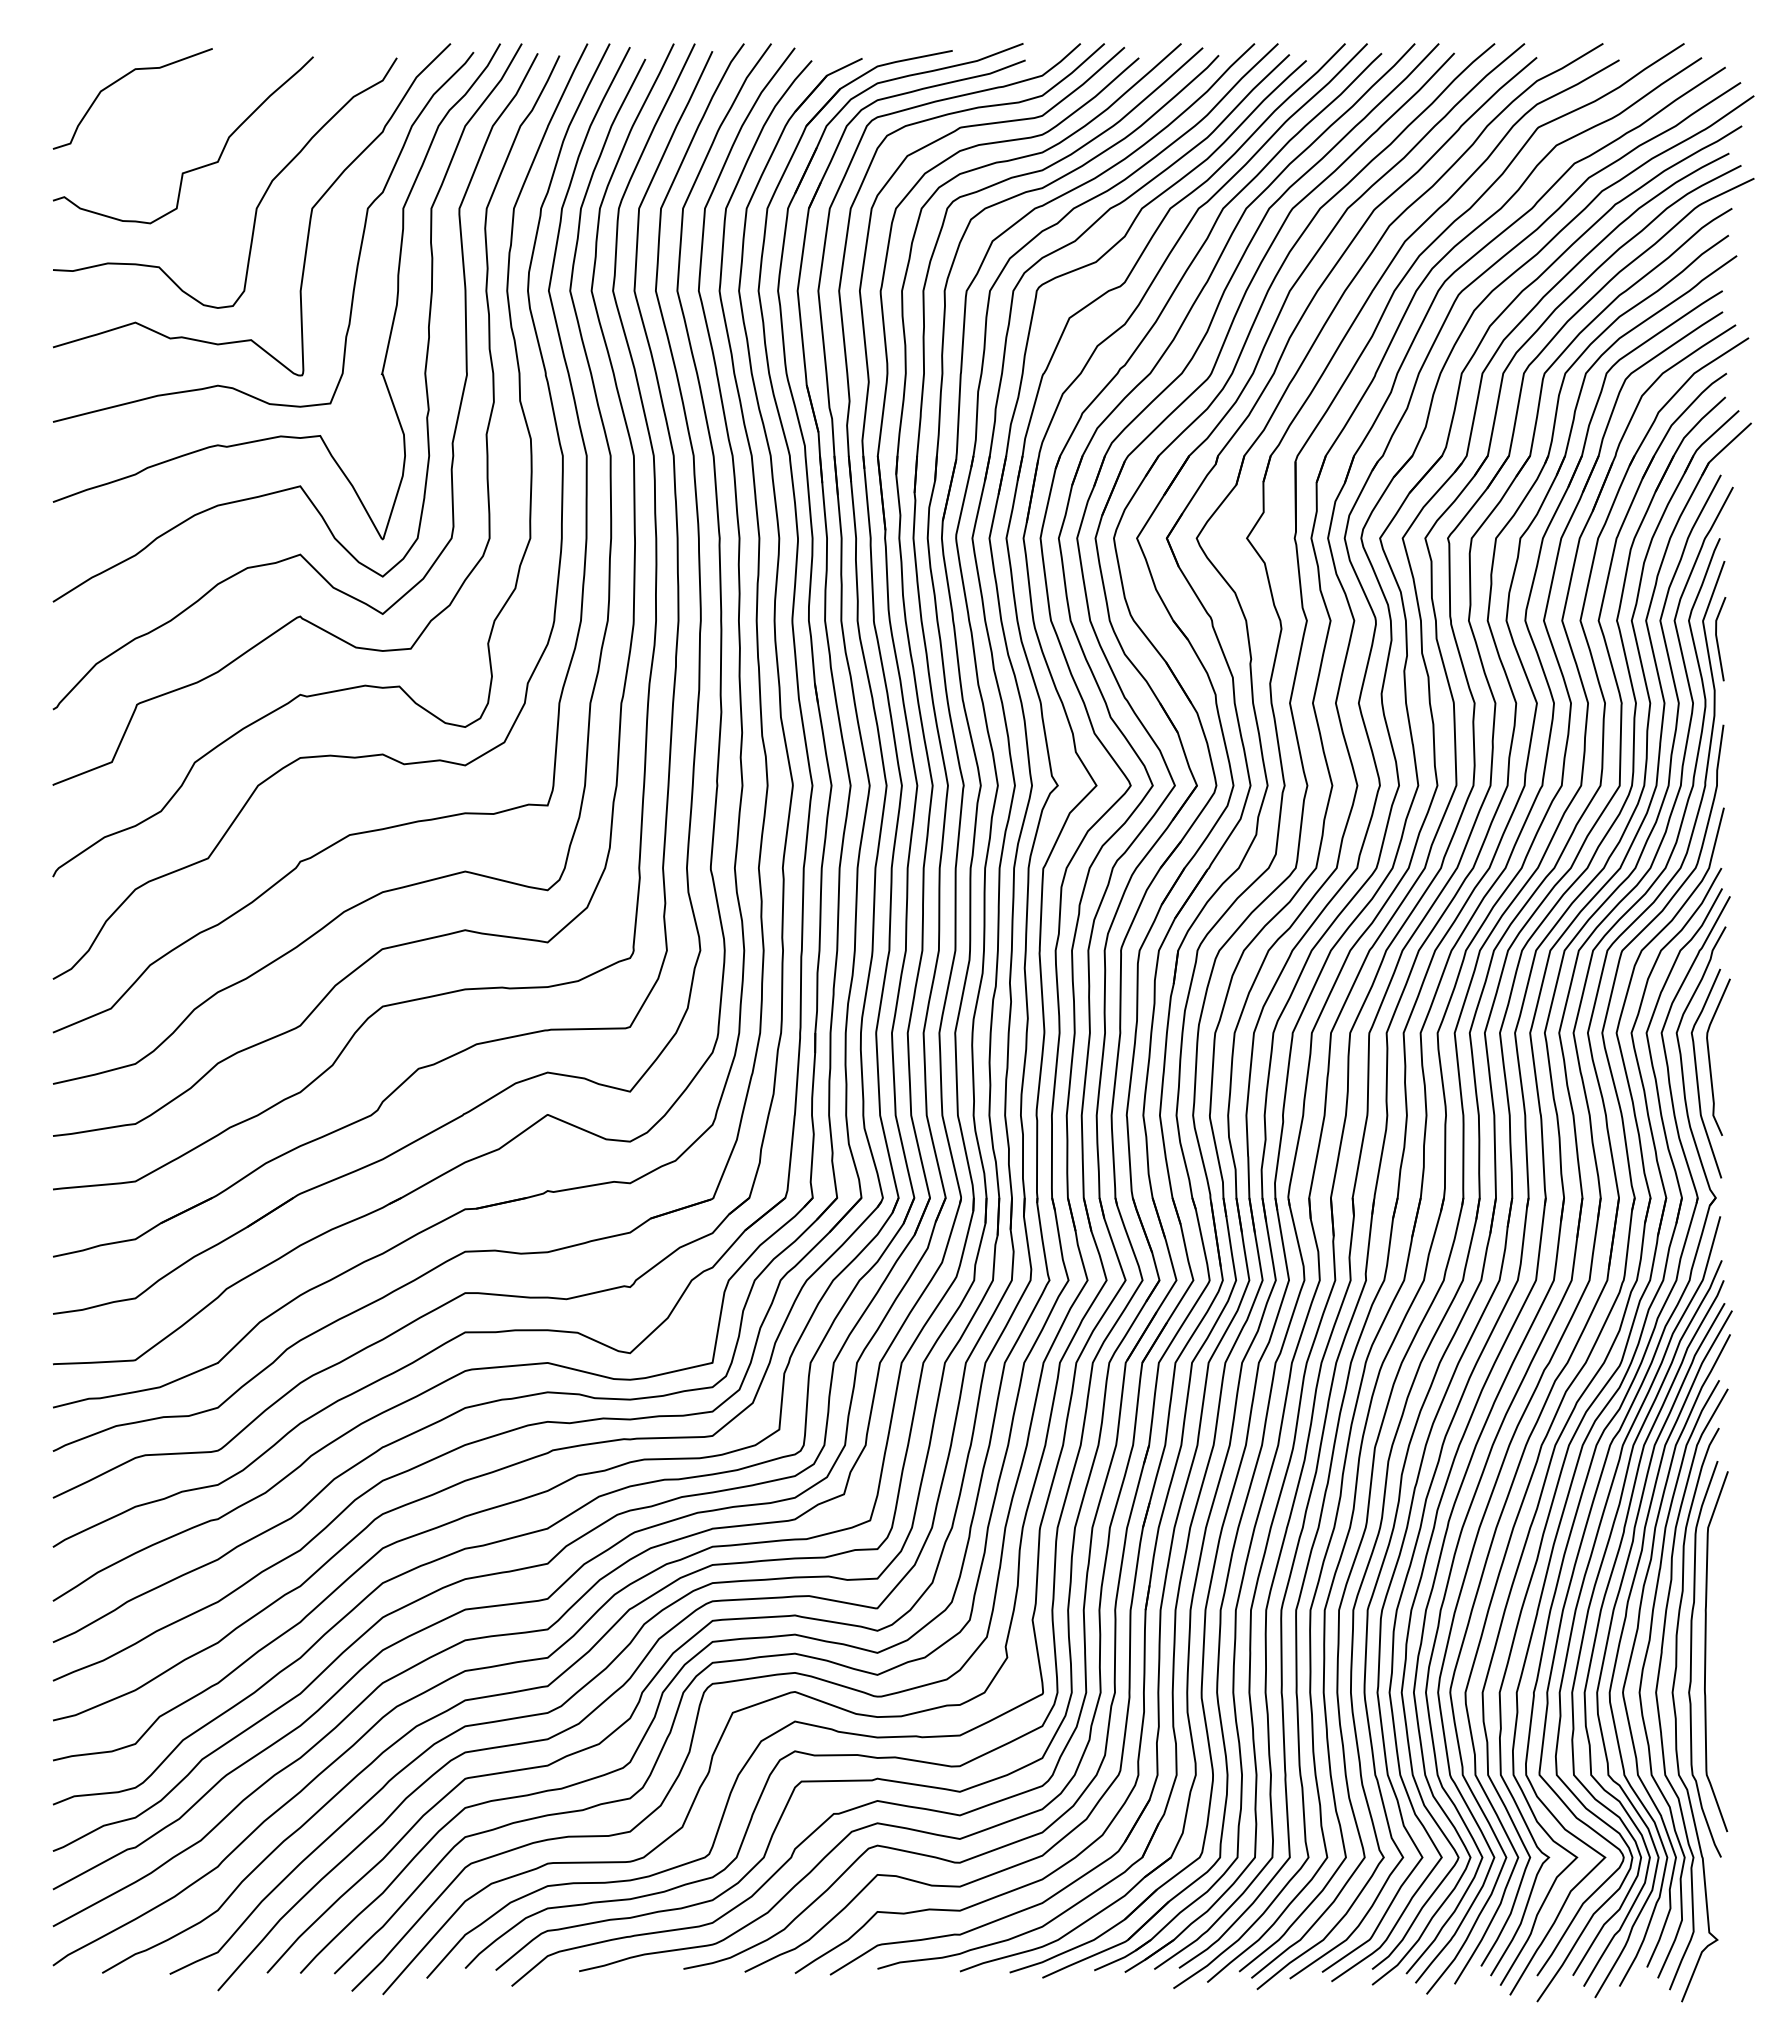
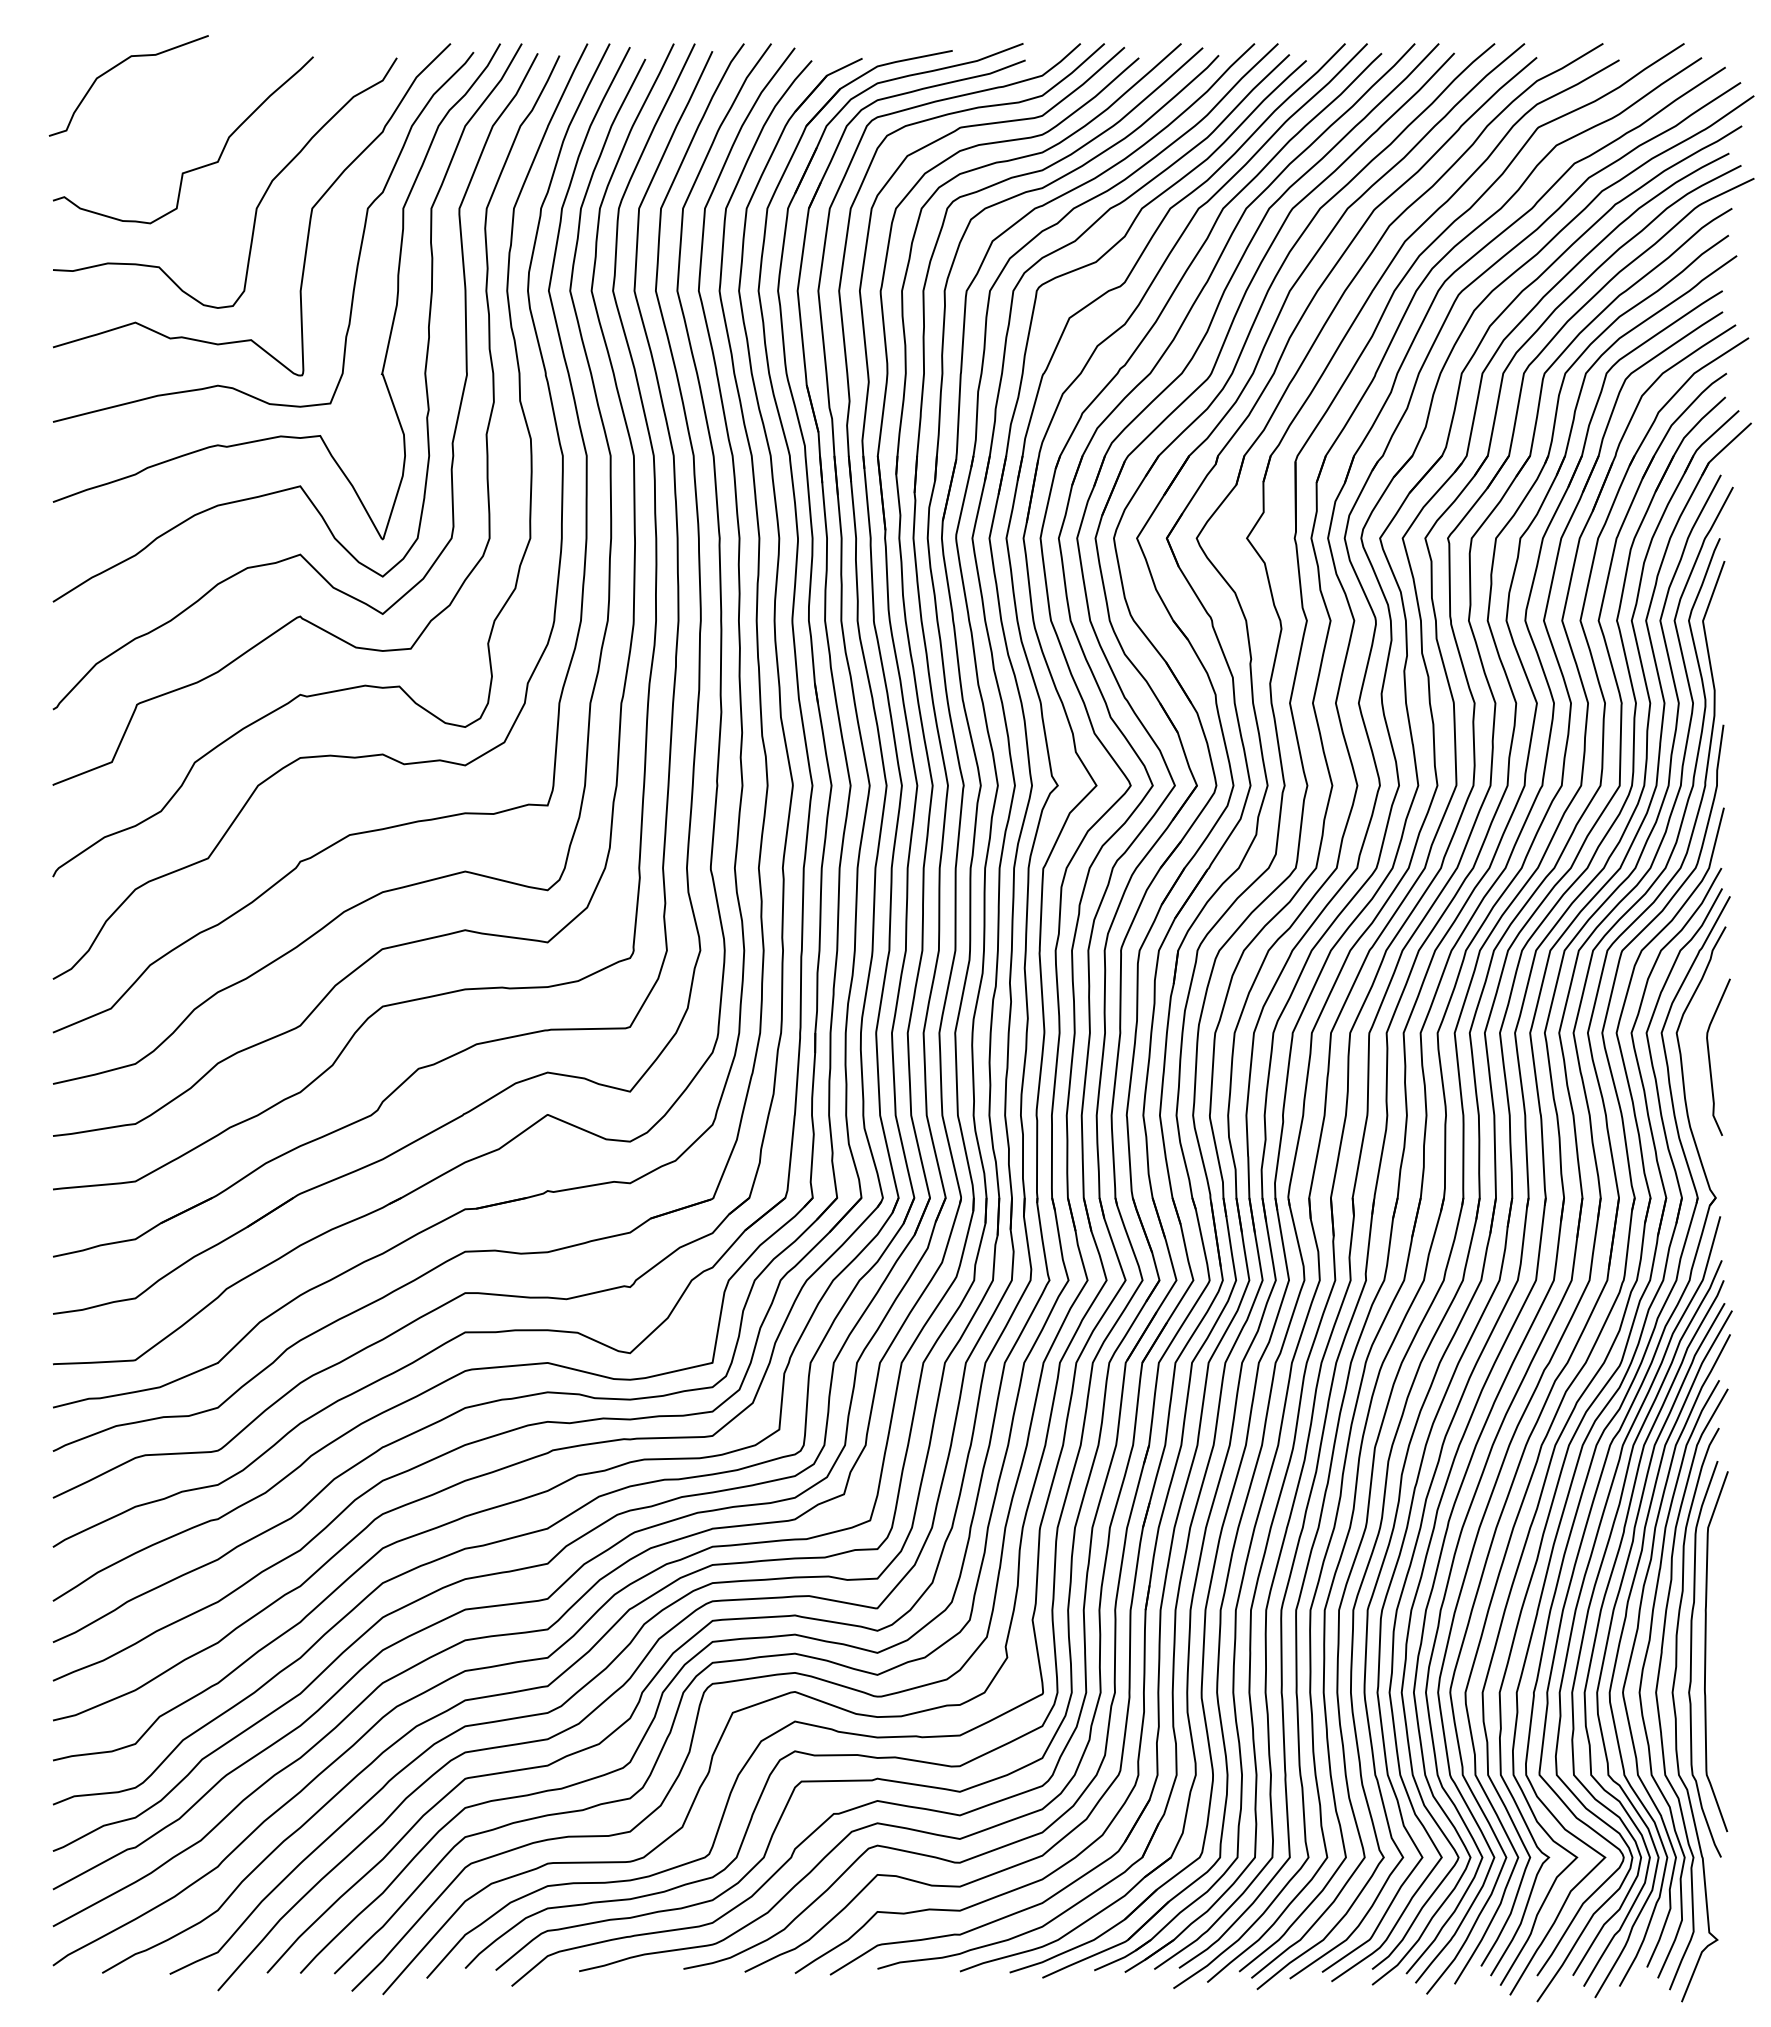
curve at (121, 79) position: (121, 79) -> (117, 66)
line at (1718, 641): present -> none
curve at (1697, 1073): present -> none
